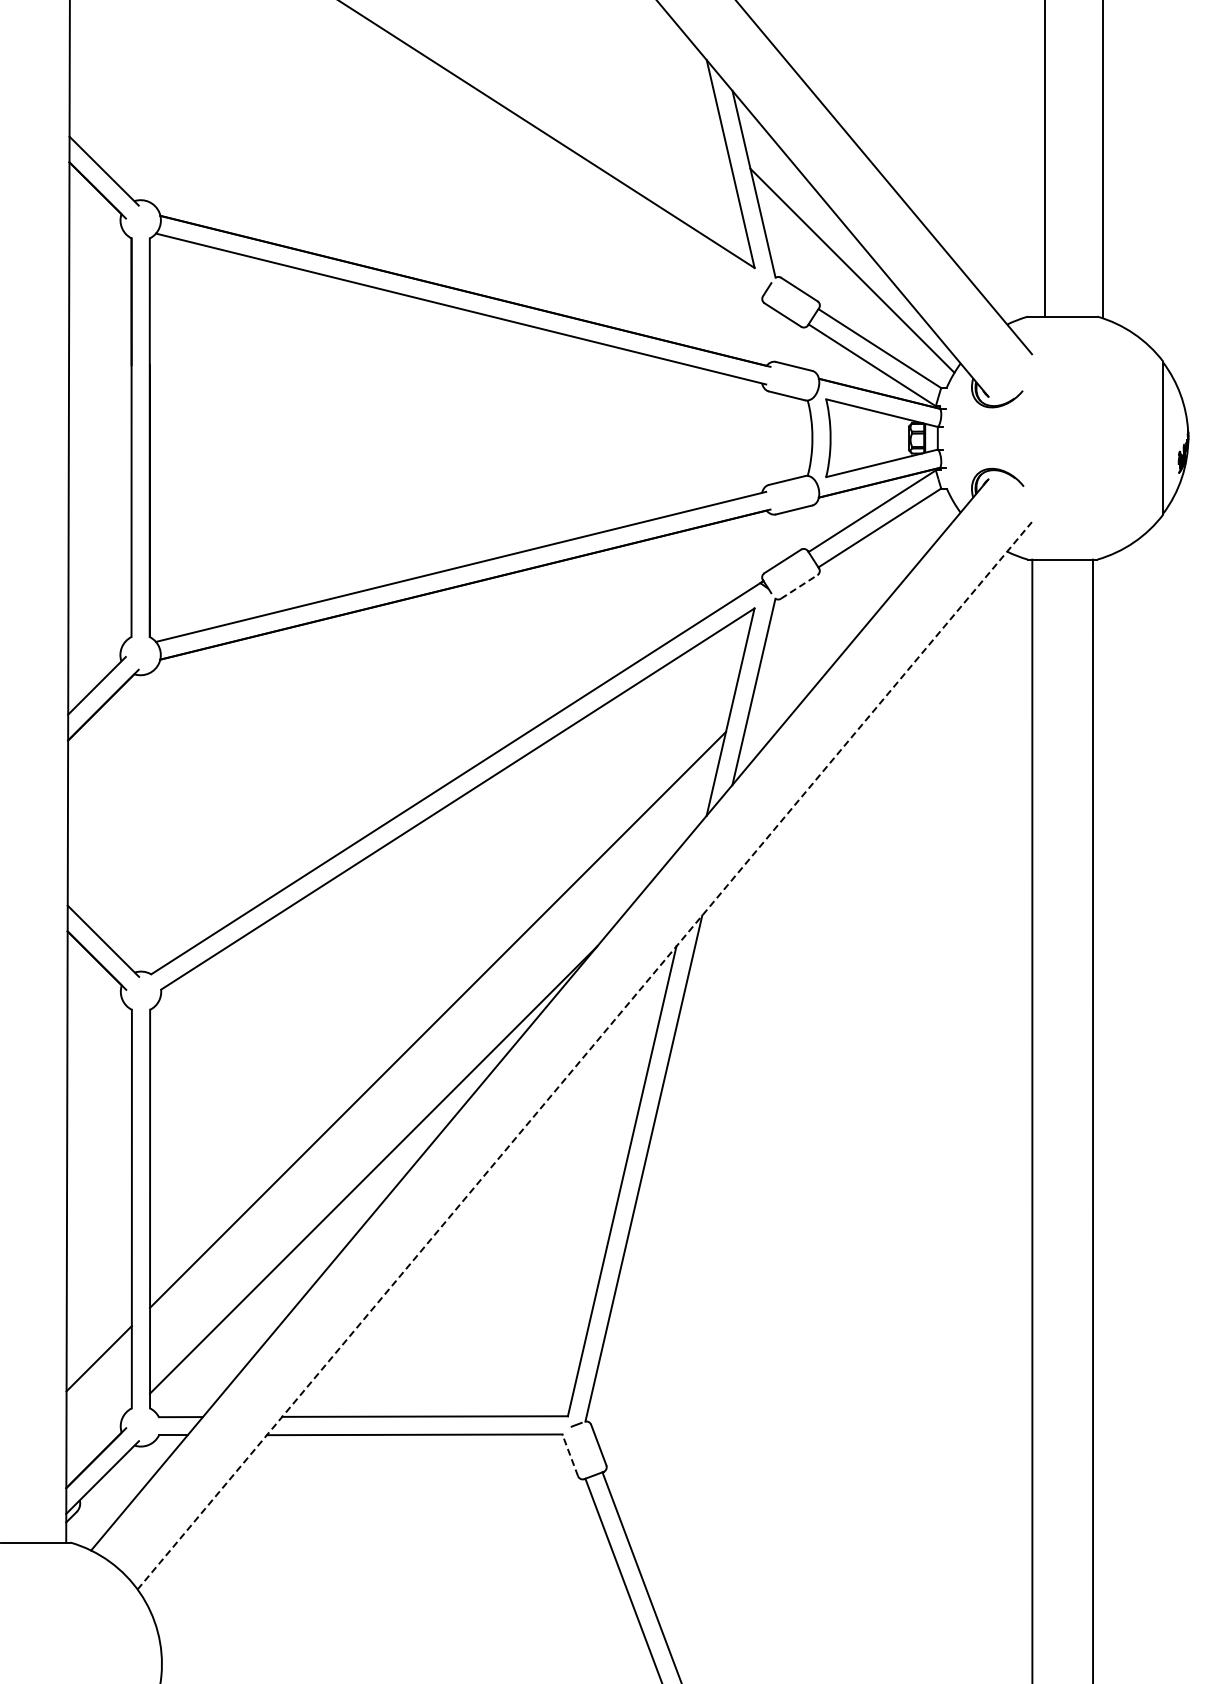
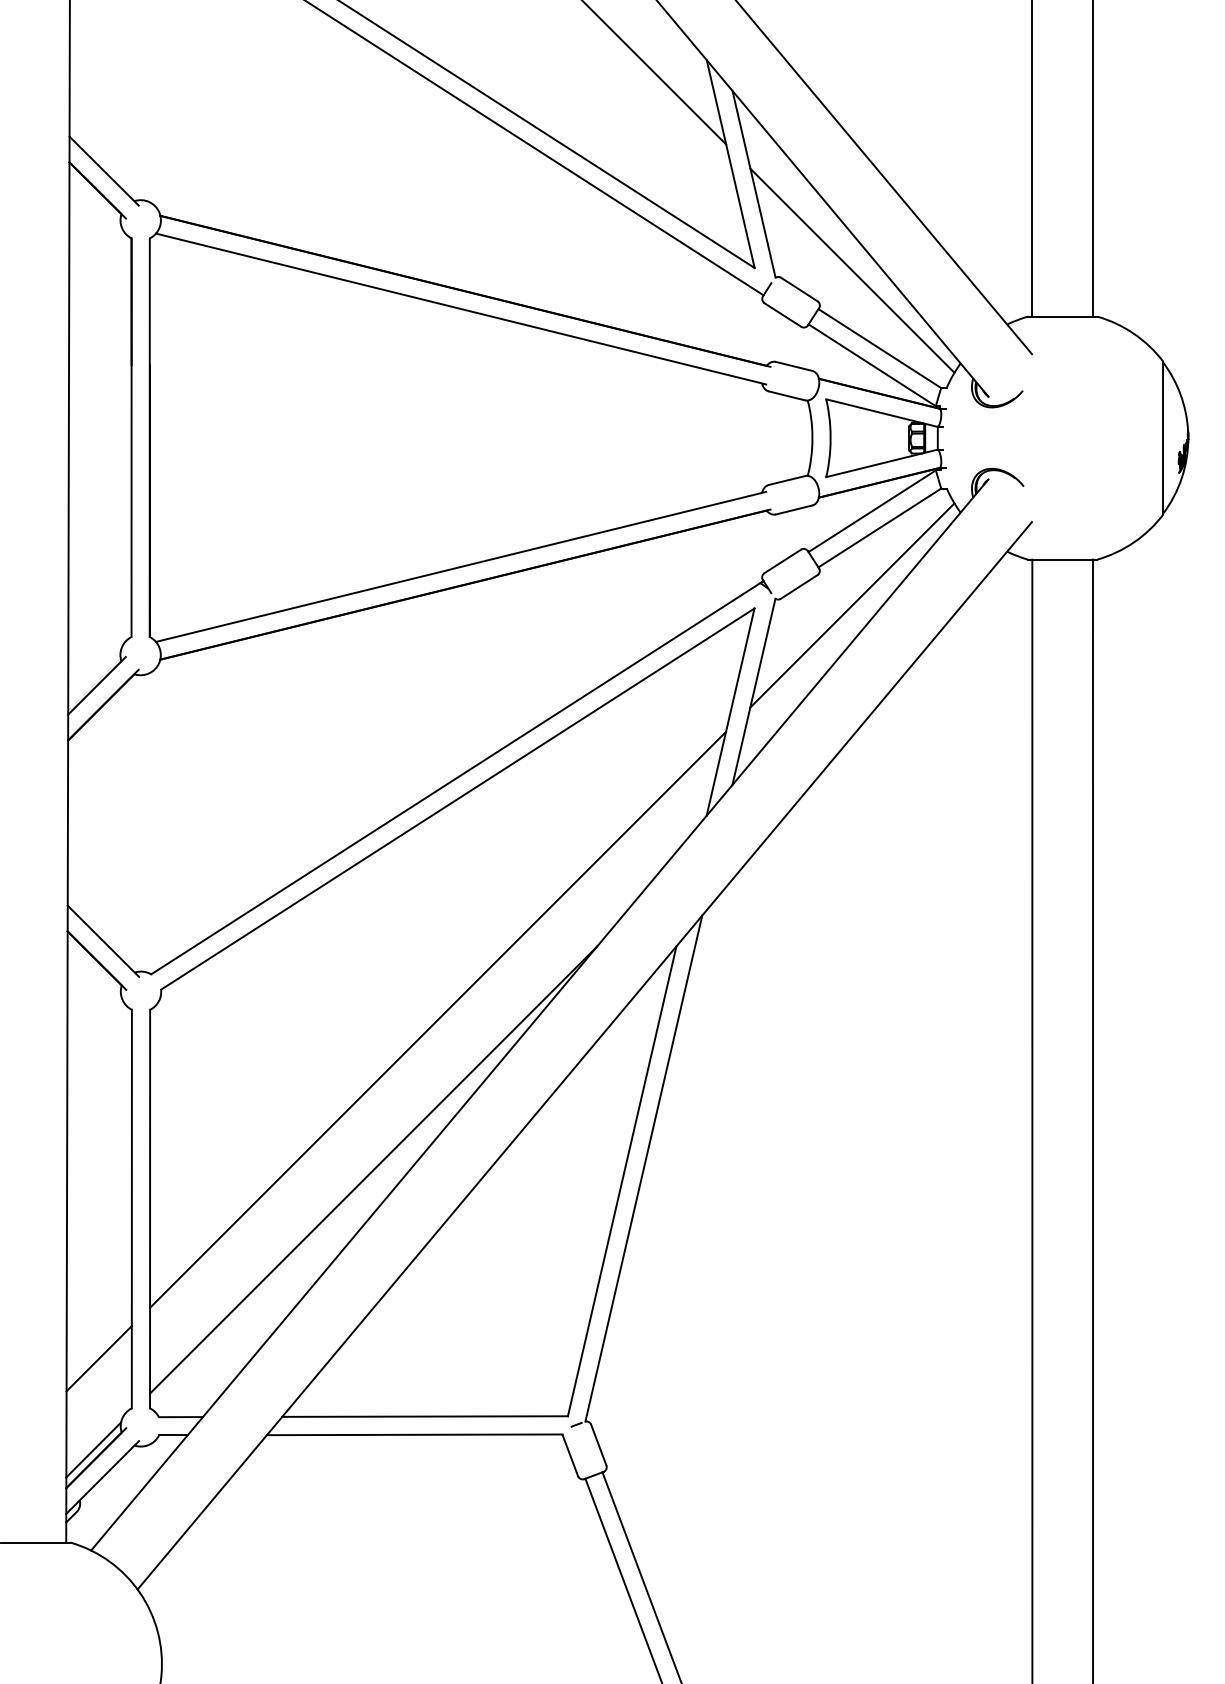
line at (654, 73): none -> present
line at (535, 148): none -> present
line at (1045, 159) position: (1045, 159) -> (1032, 159)
line at (1102, 159) position: (1102, 159) -> (1092, 159)
line at (799, 586): dashed -> solid
line at (852, 605): none -> present
line at (585, 1055): dashed -> solid
line at (93, 1449): none -> present
line at (570, 1455): dashed -> solid
